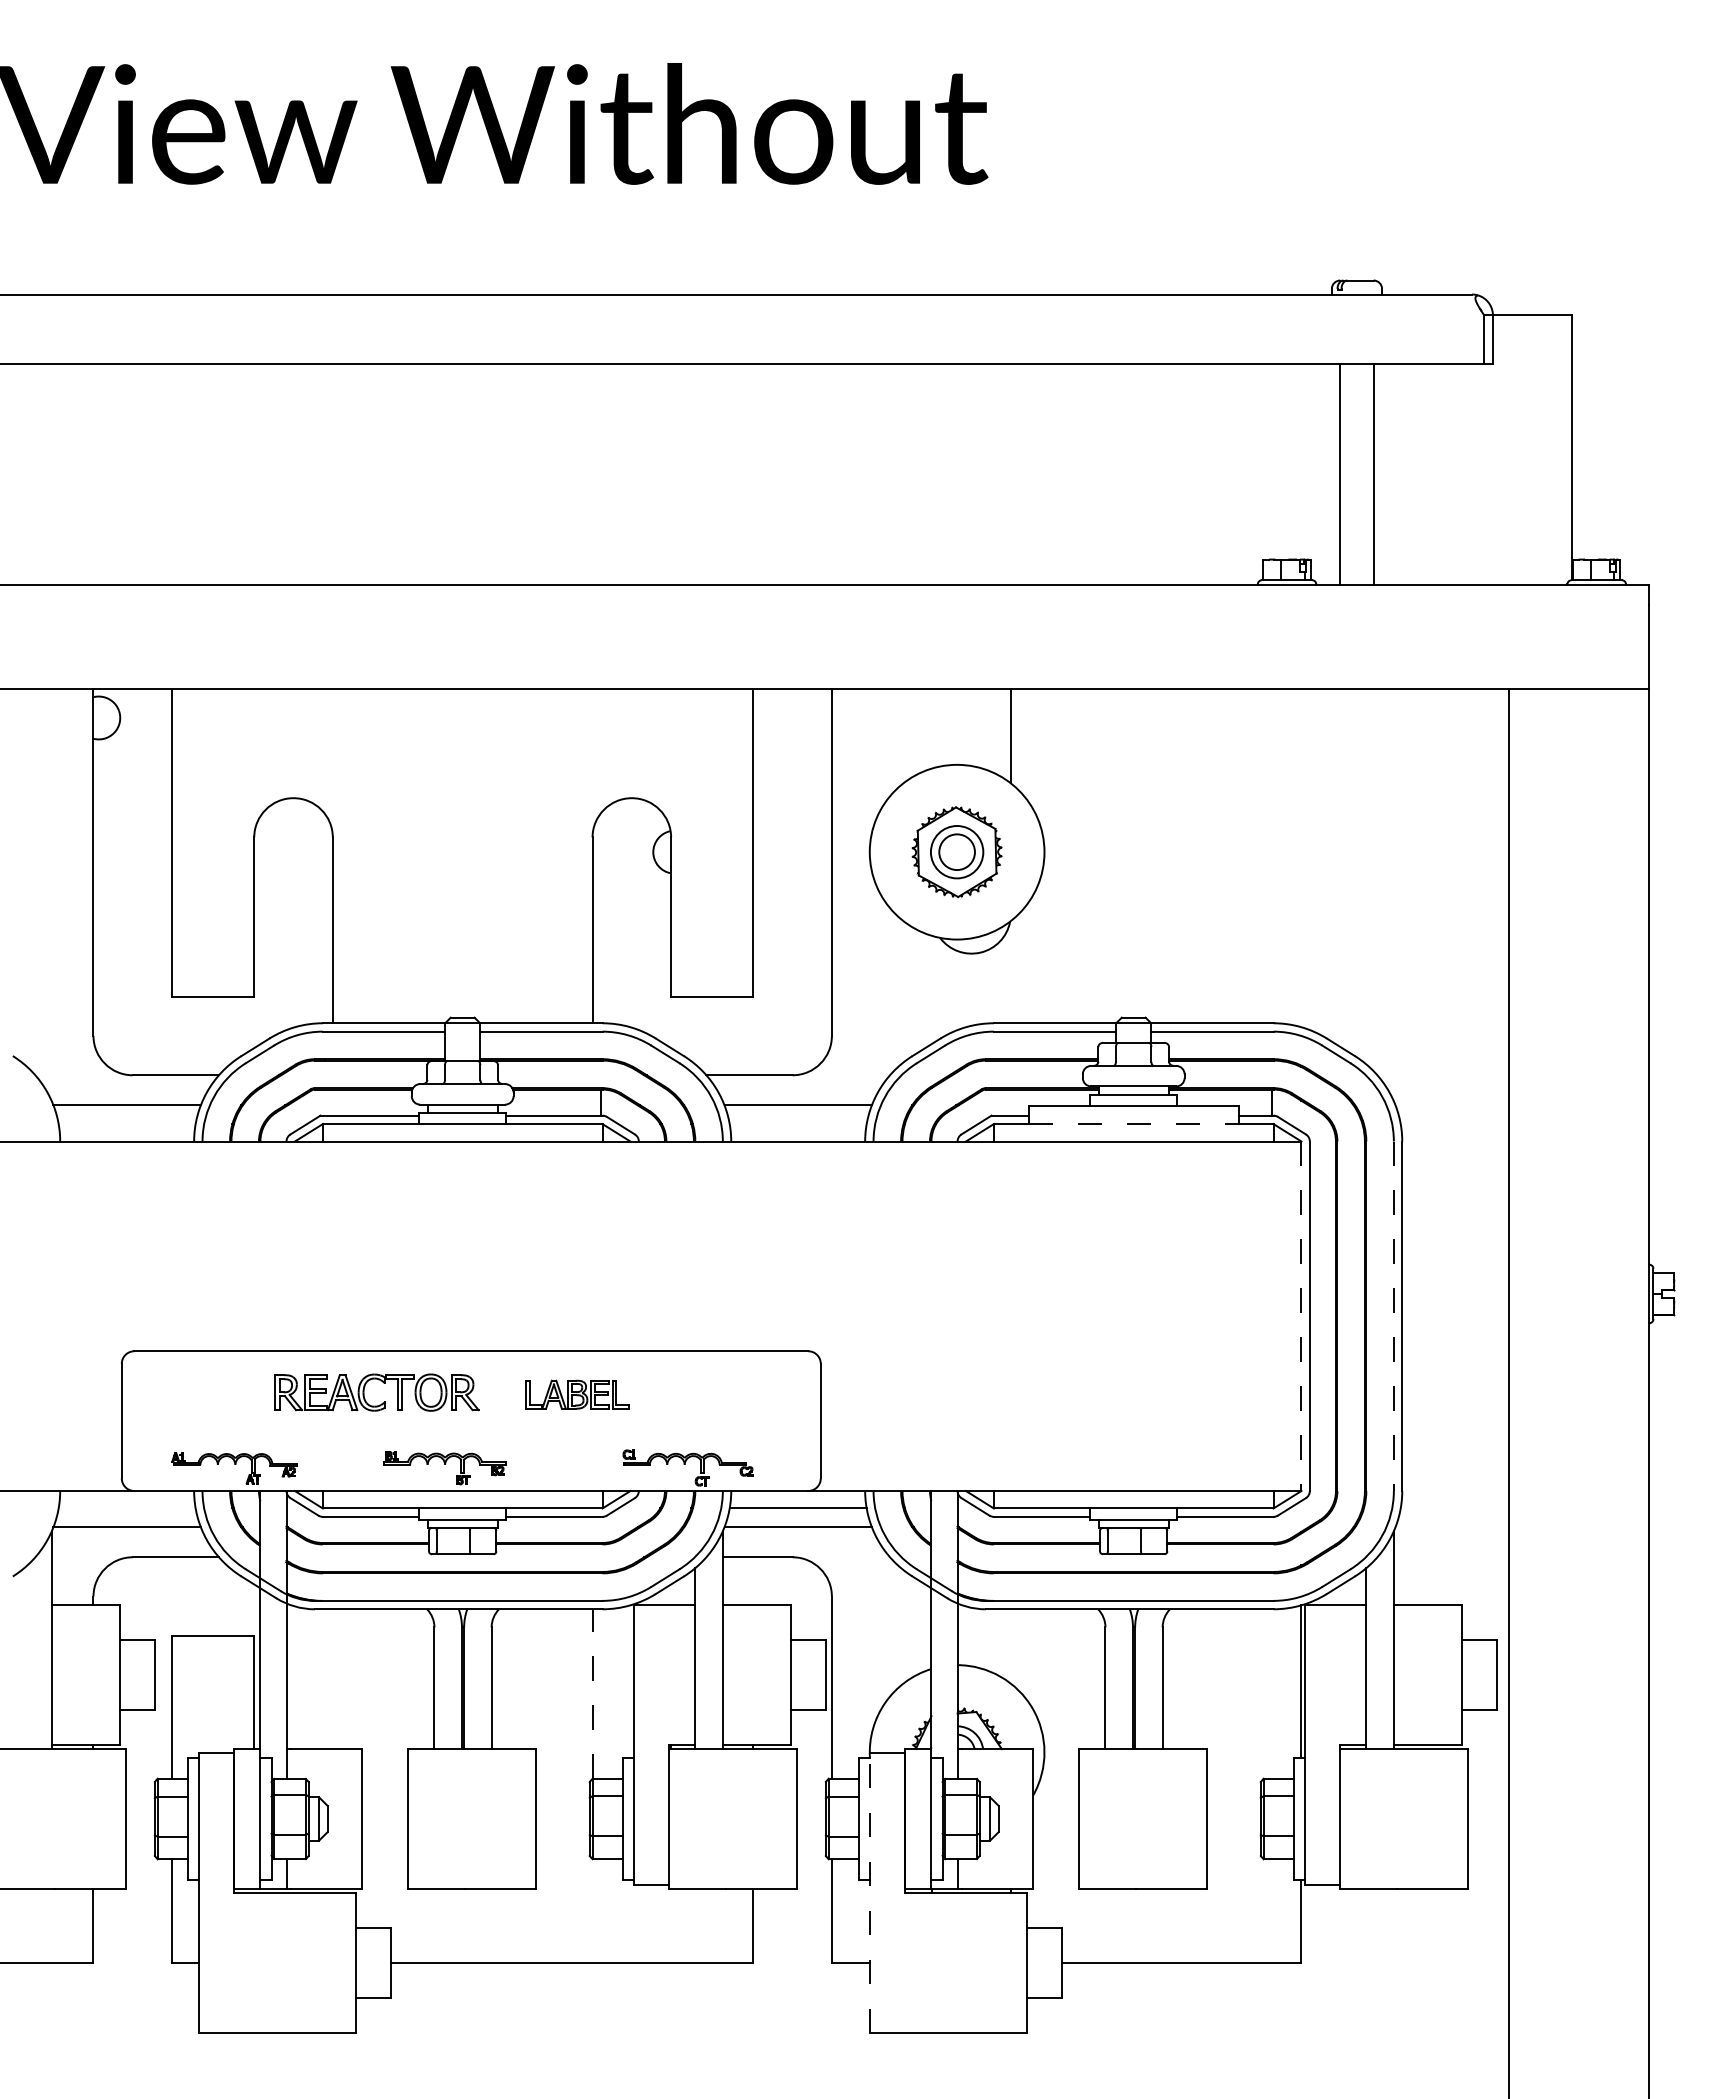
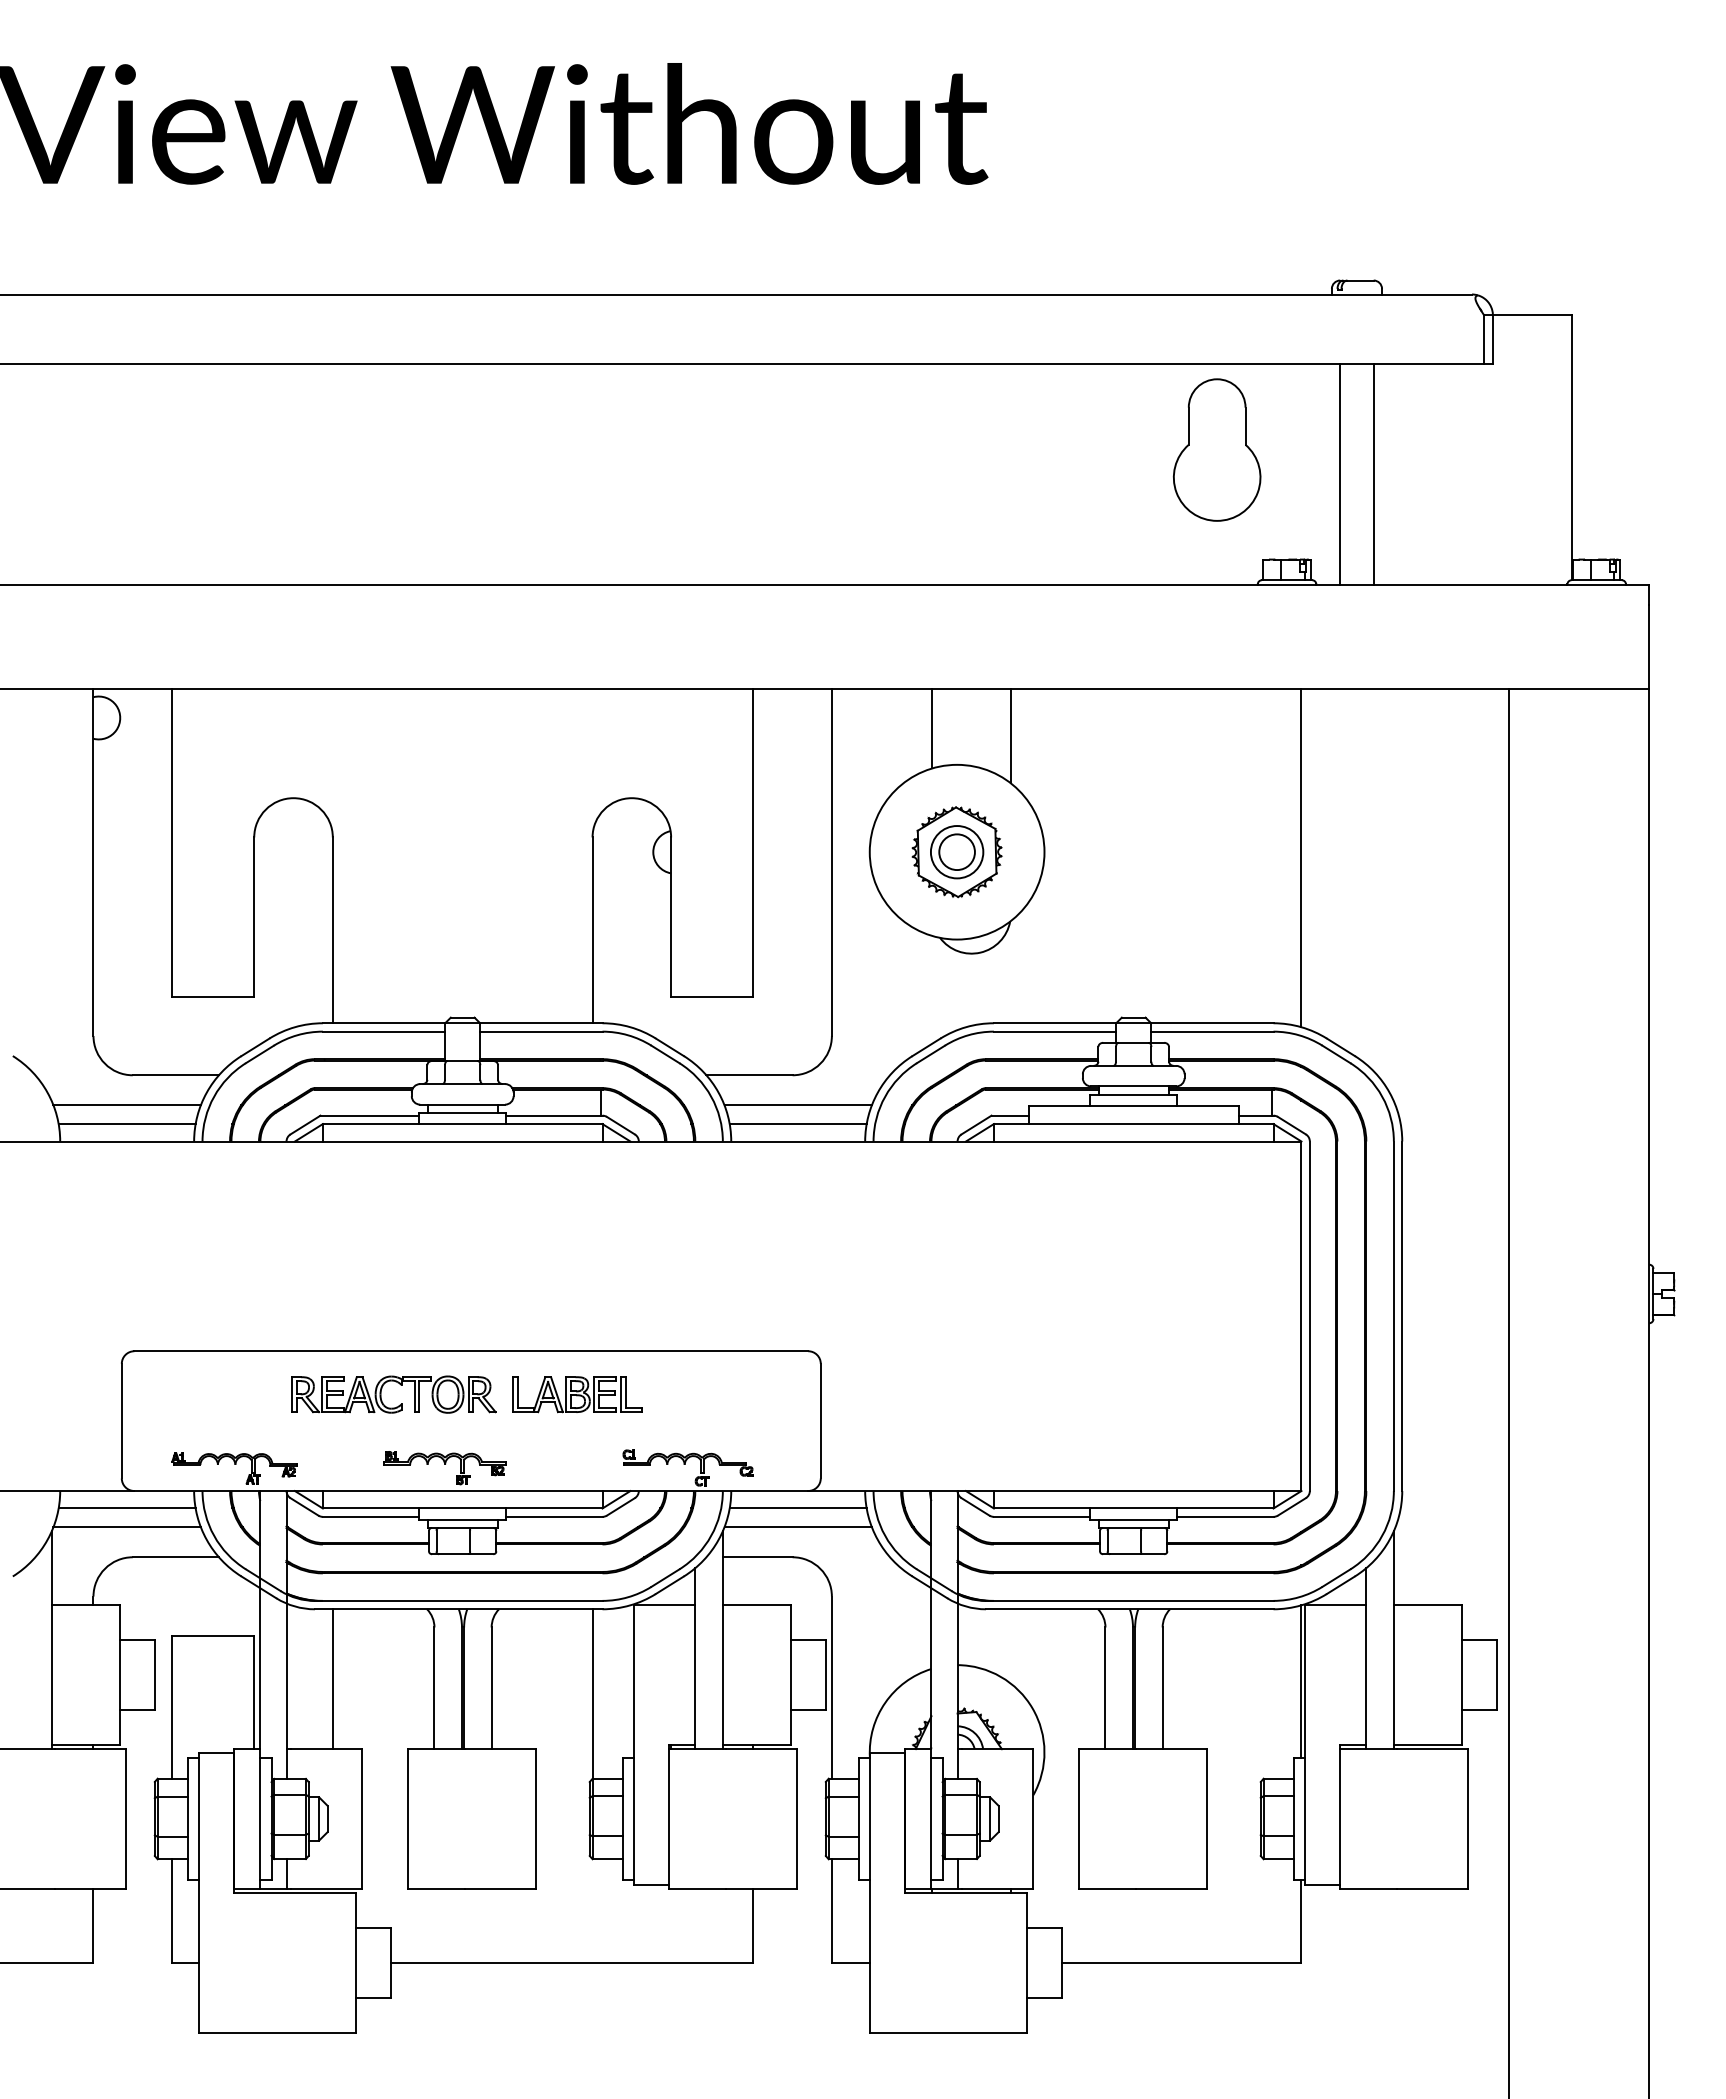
part at (1216, 449): none -> present
line at (932, 728): none -> present
line at (1301, 858): none -> present
line at (126, 1124): none -> present
line at (797, 1124): none -> present
line at (1133, 1124): dashed -> solid
line at (1301, 1316): dashed -> solid
line at (1393, 1316): dashed -> solid
part at (383, 1383) position: (383, 1383) -> (400, 1385)
part at (577, 1394) size: 105x31 px -> 131x38 px
line at (126, 1508): none -> present
line at (332, 1679): none -> present
line at (592, 1694): dashed -> solid
line at (869, 1893): dashed -> solid
